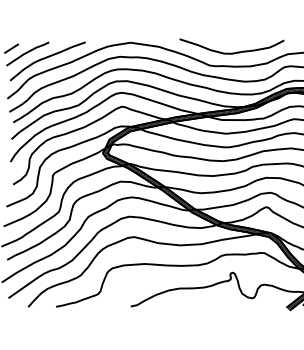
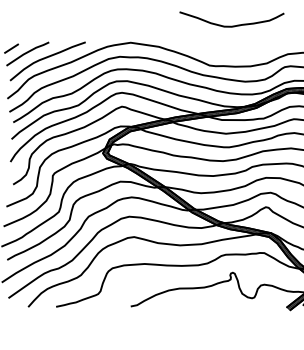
curve at (231, 52) position: (231, 52) -> (231, 25)
